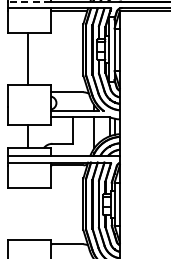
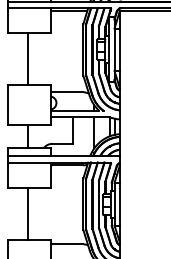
line at (29, 1): dashed -> solid
line at (28, 213): none -> present
